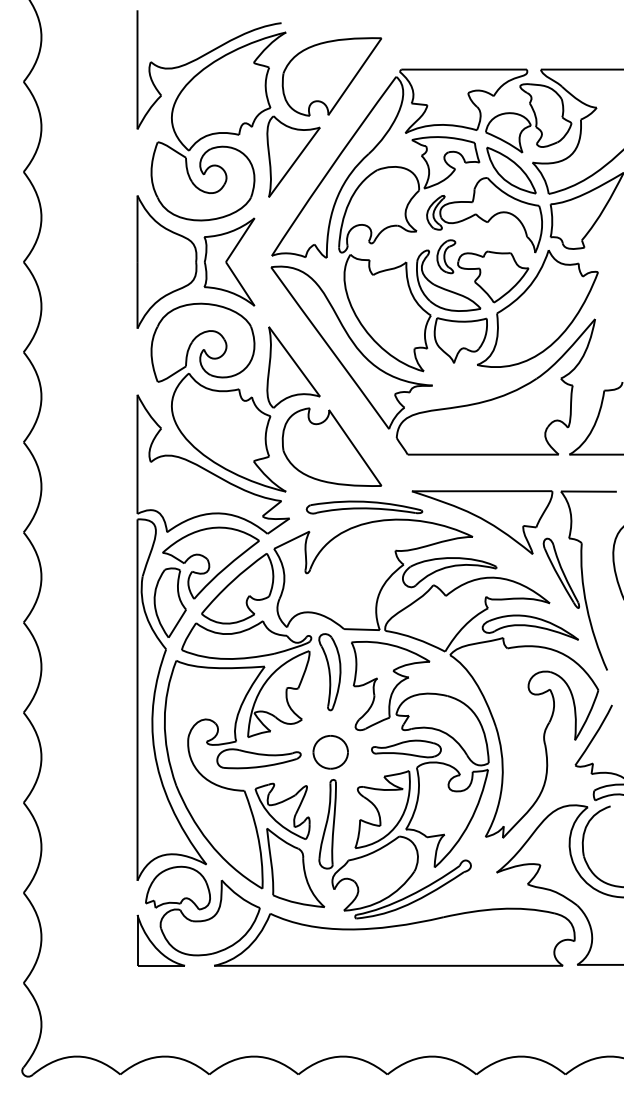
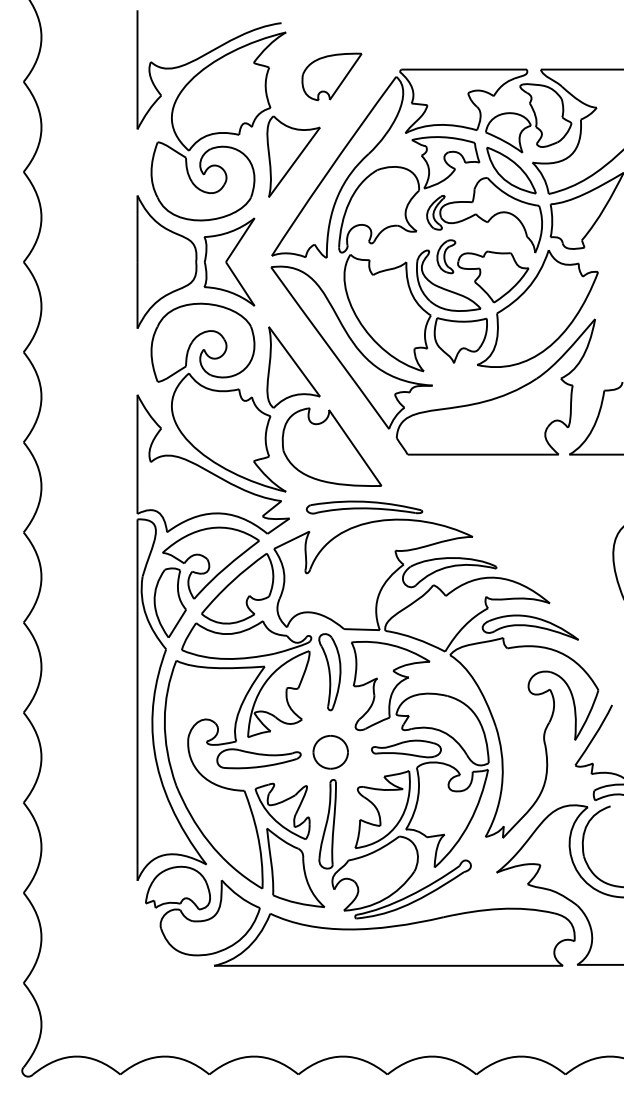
part at (331, 76) size: 102x80 px -> 62x50 px
part at (531, 554): present -> none
part at (155, 945): present -> none
